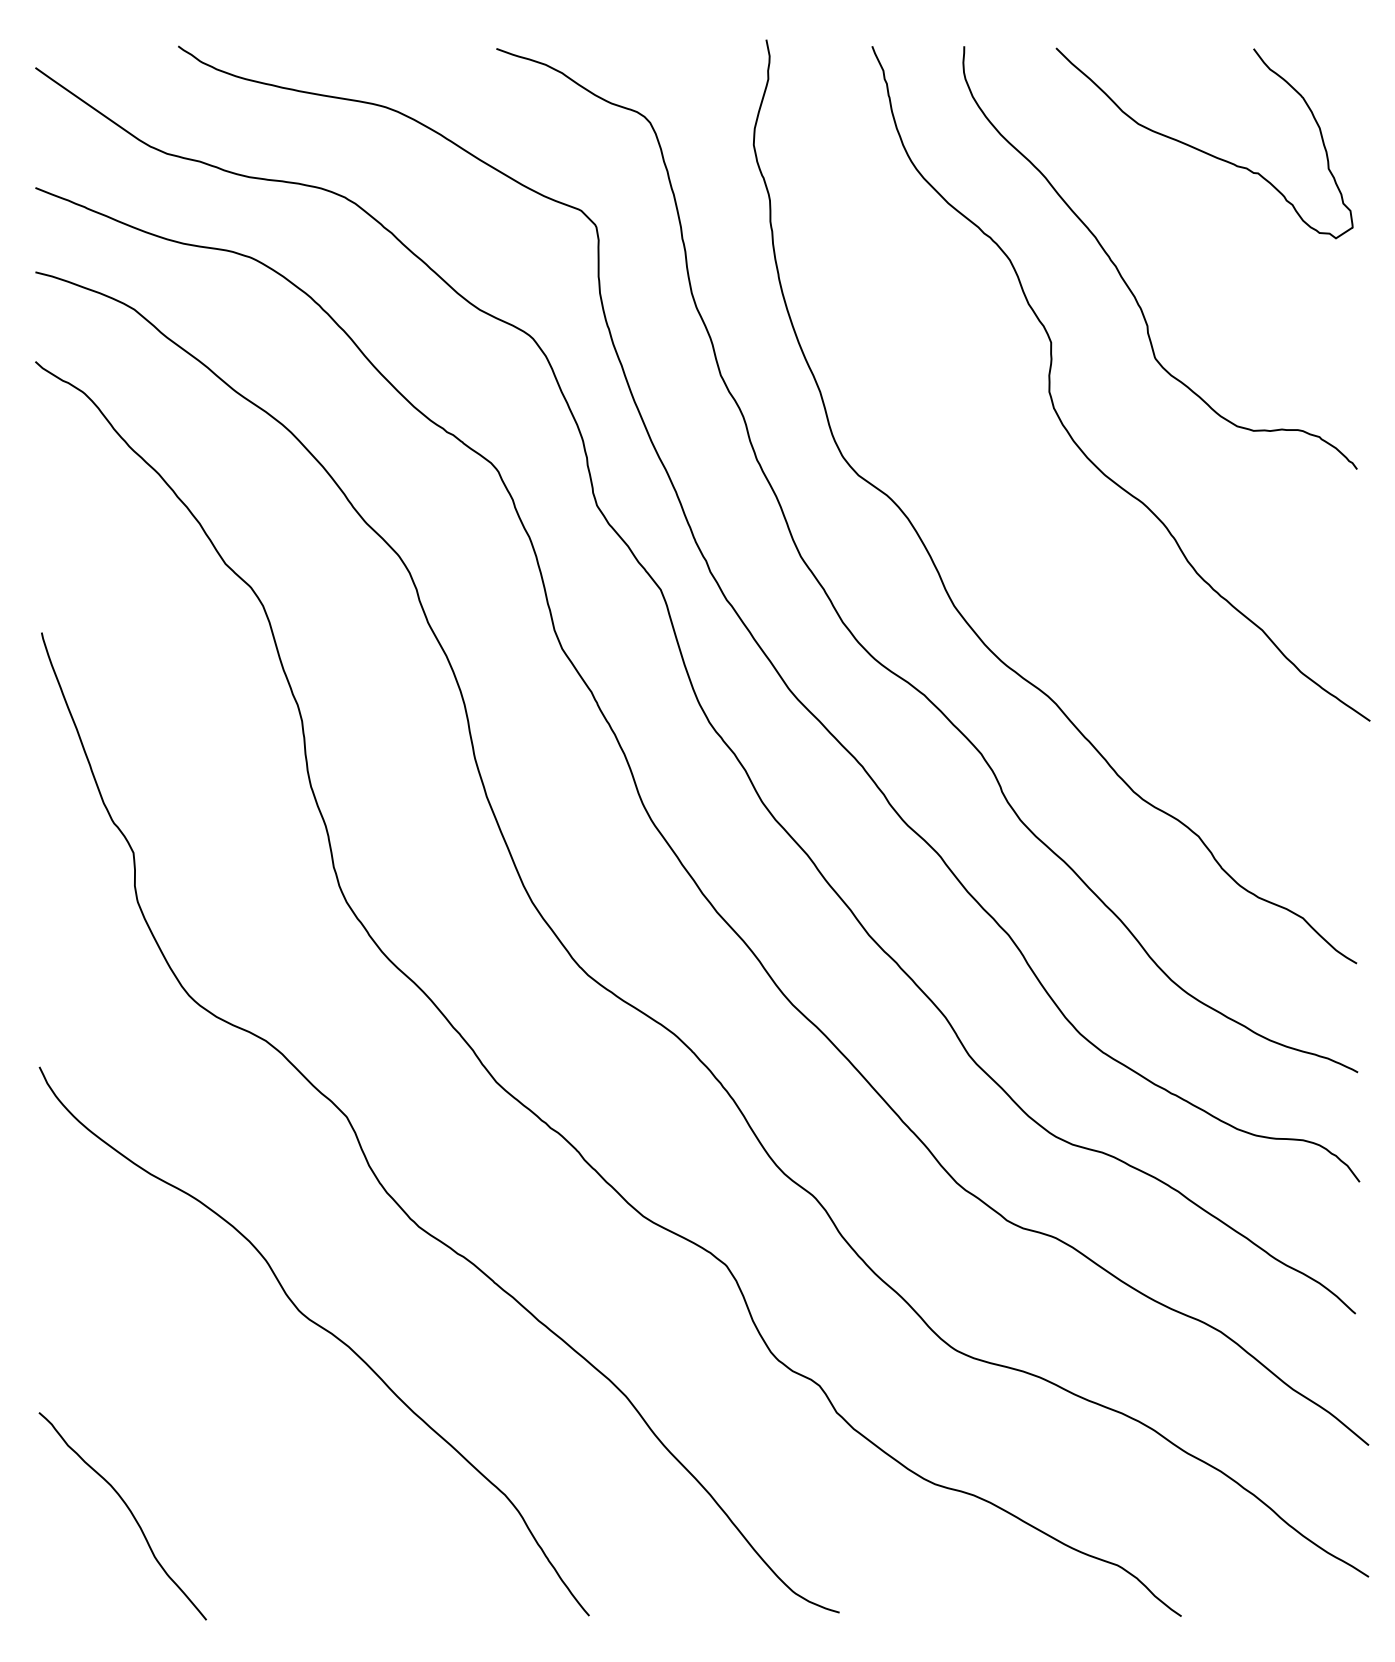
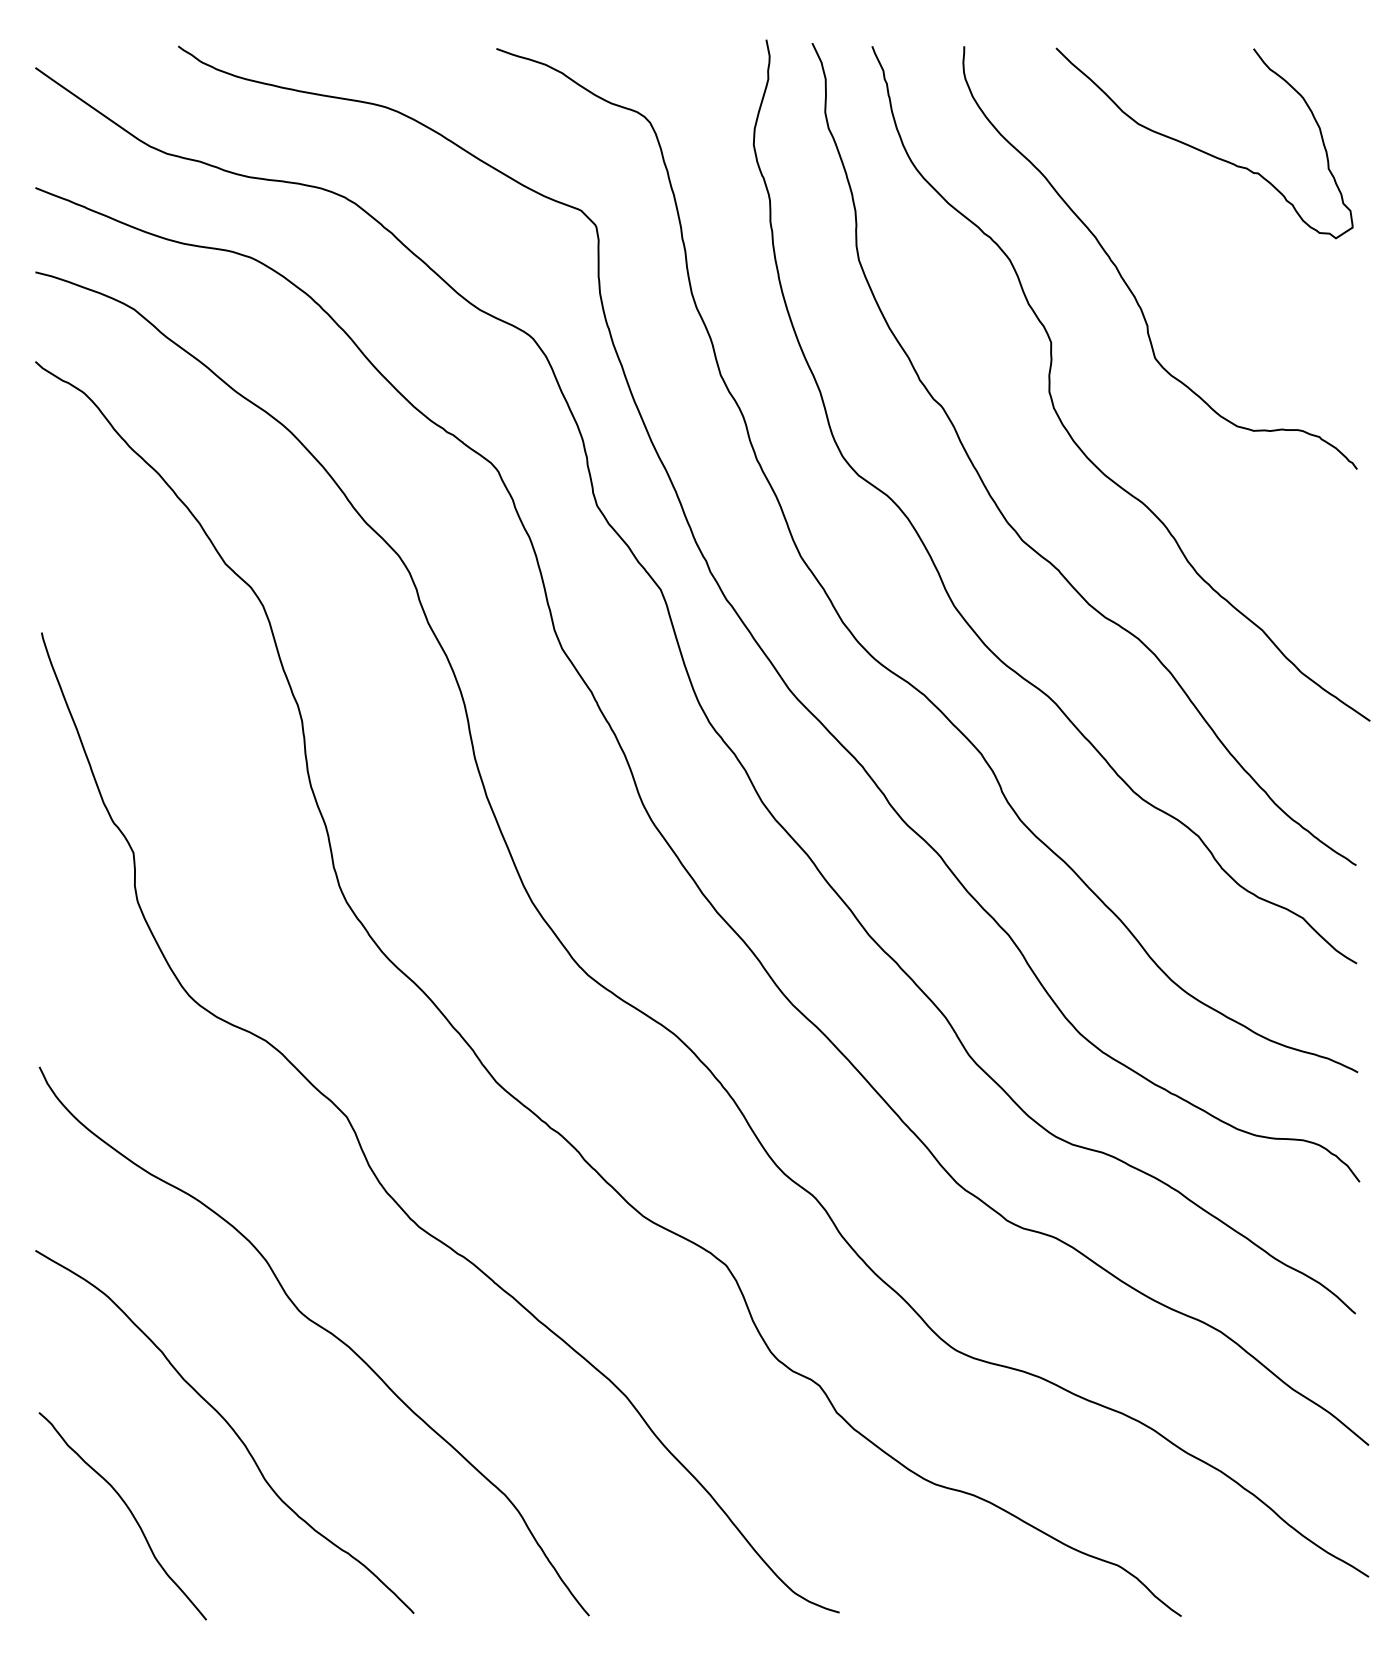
curve at (997, 504): none -> present
curve at (230, 1428): none -> present
